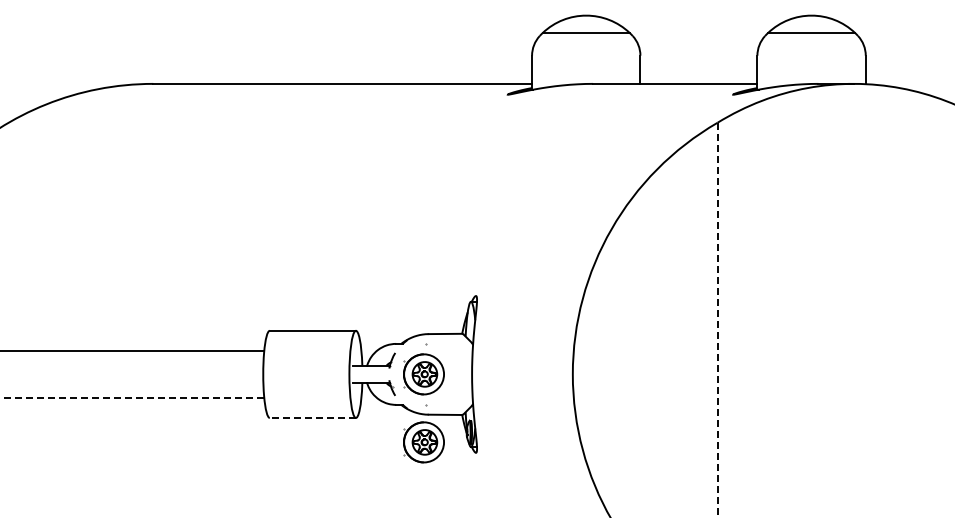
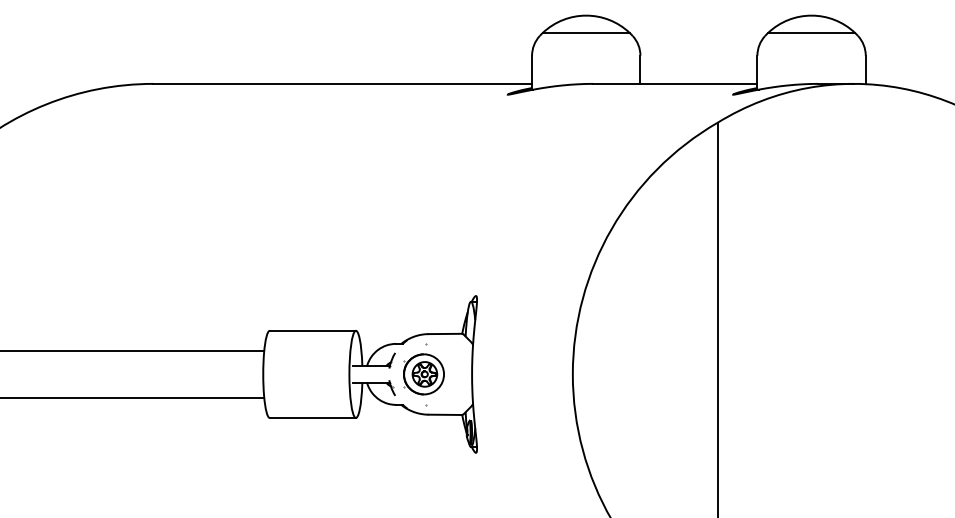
line at (717, 320): dashed -> solid
line at (132, 397): dashed -> solid
line at (312, 417): dashed -> solid
part at (423, 442): present -> none
